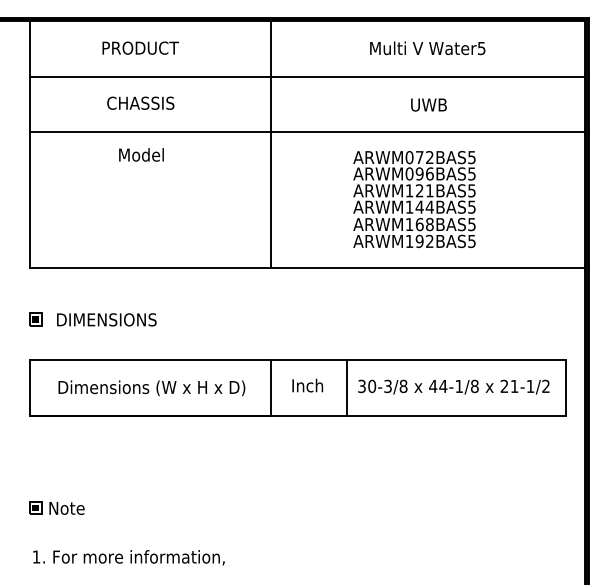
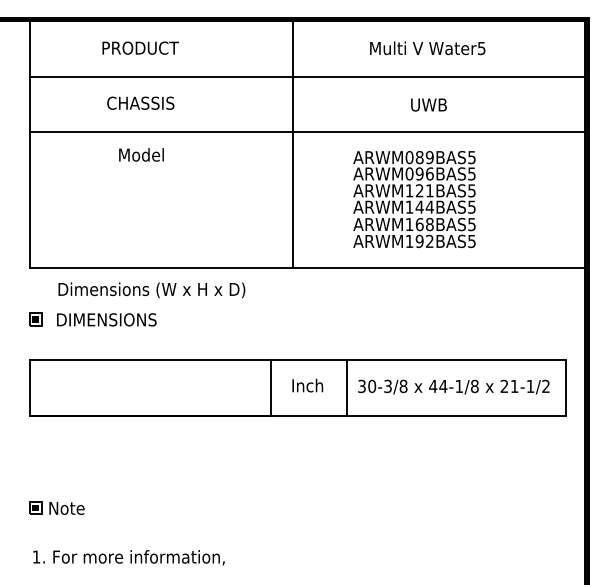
line at (271, 144) position: (271, 144) -> (293, 144)
text at (424, 157): ARWM072BAS5 -> ARWM089BAS5
text at (151, 388) position: (151, 388) -> (151, 290)
